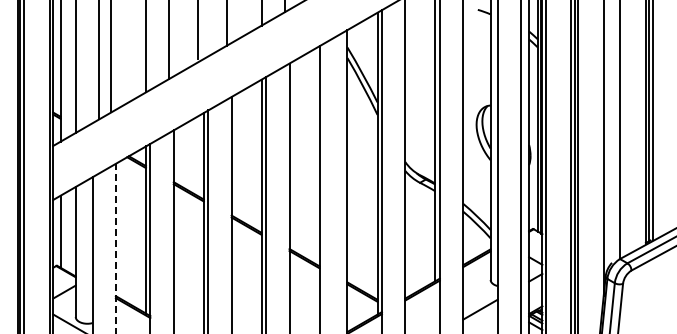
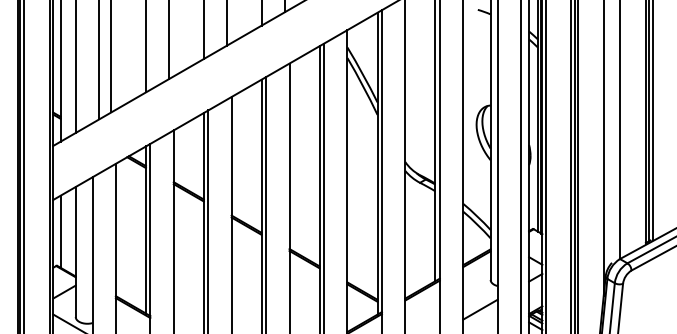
line at (197, 30) position: (197, 30) -> (203, 30)
line at (324, 186): none -> present
line at (115, 248): dashed -> solid
